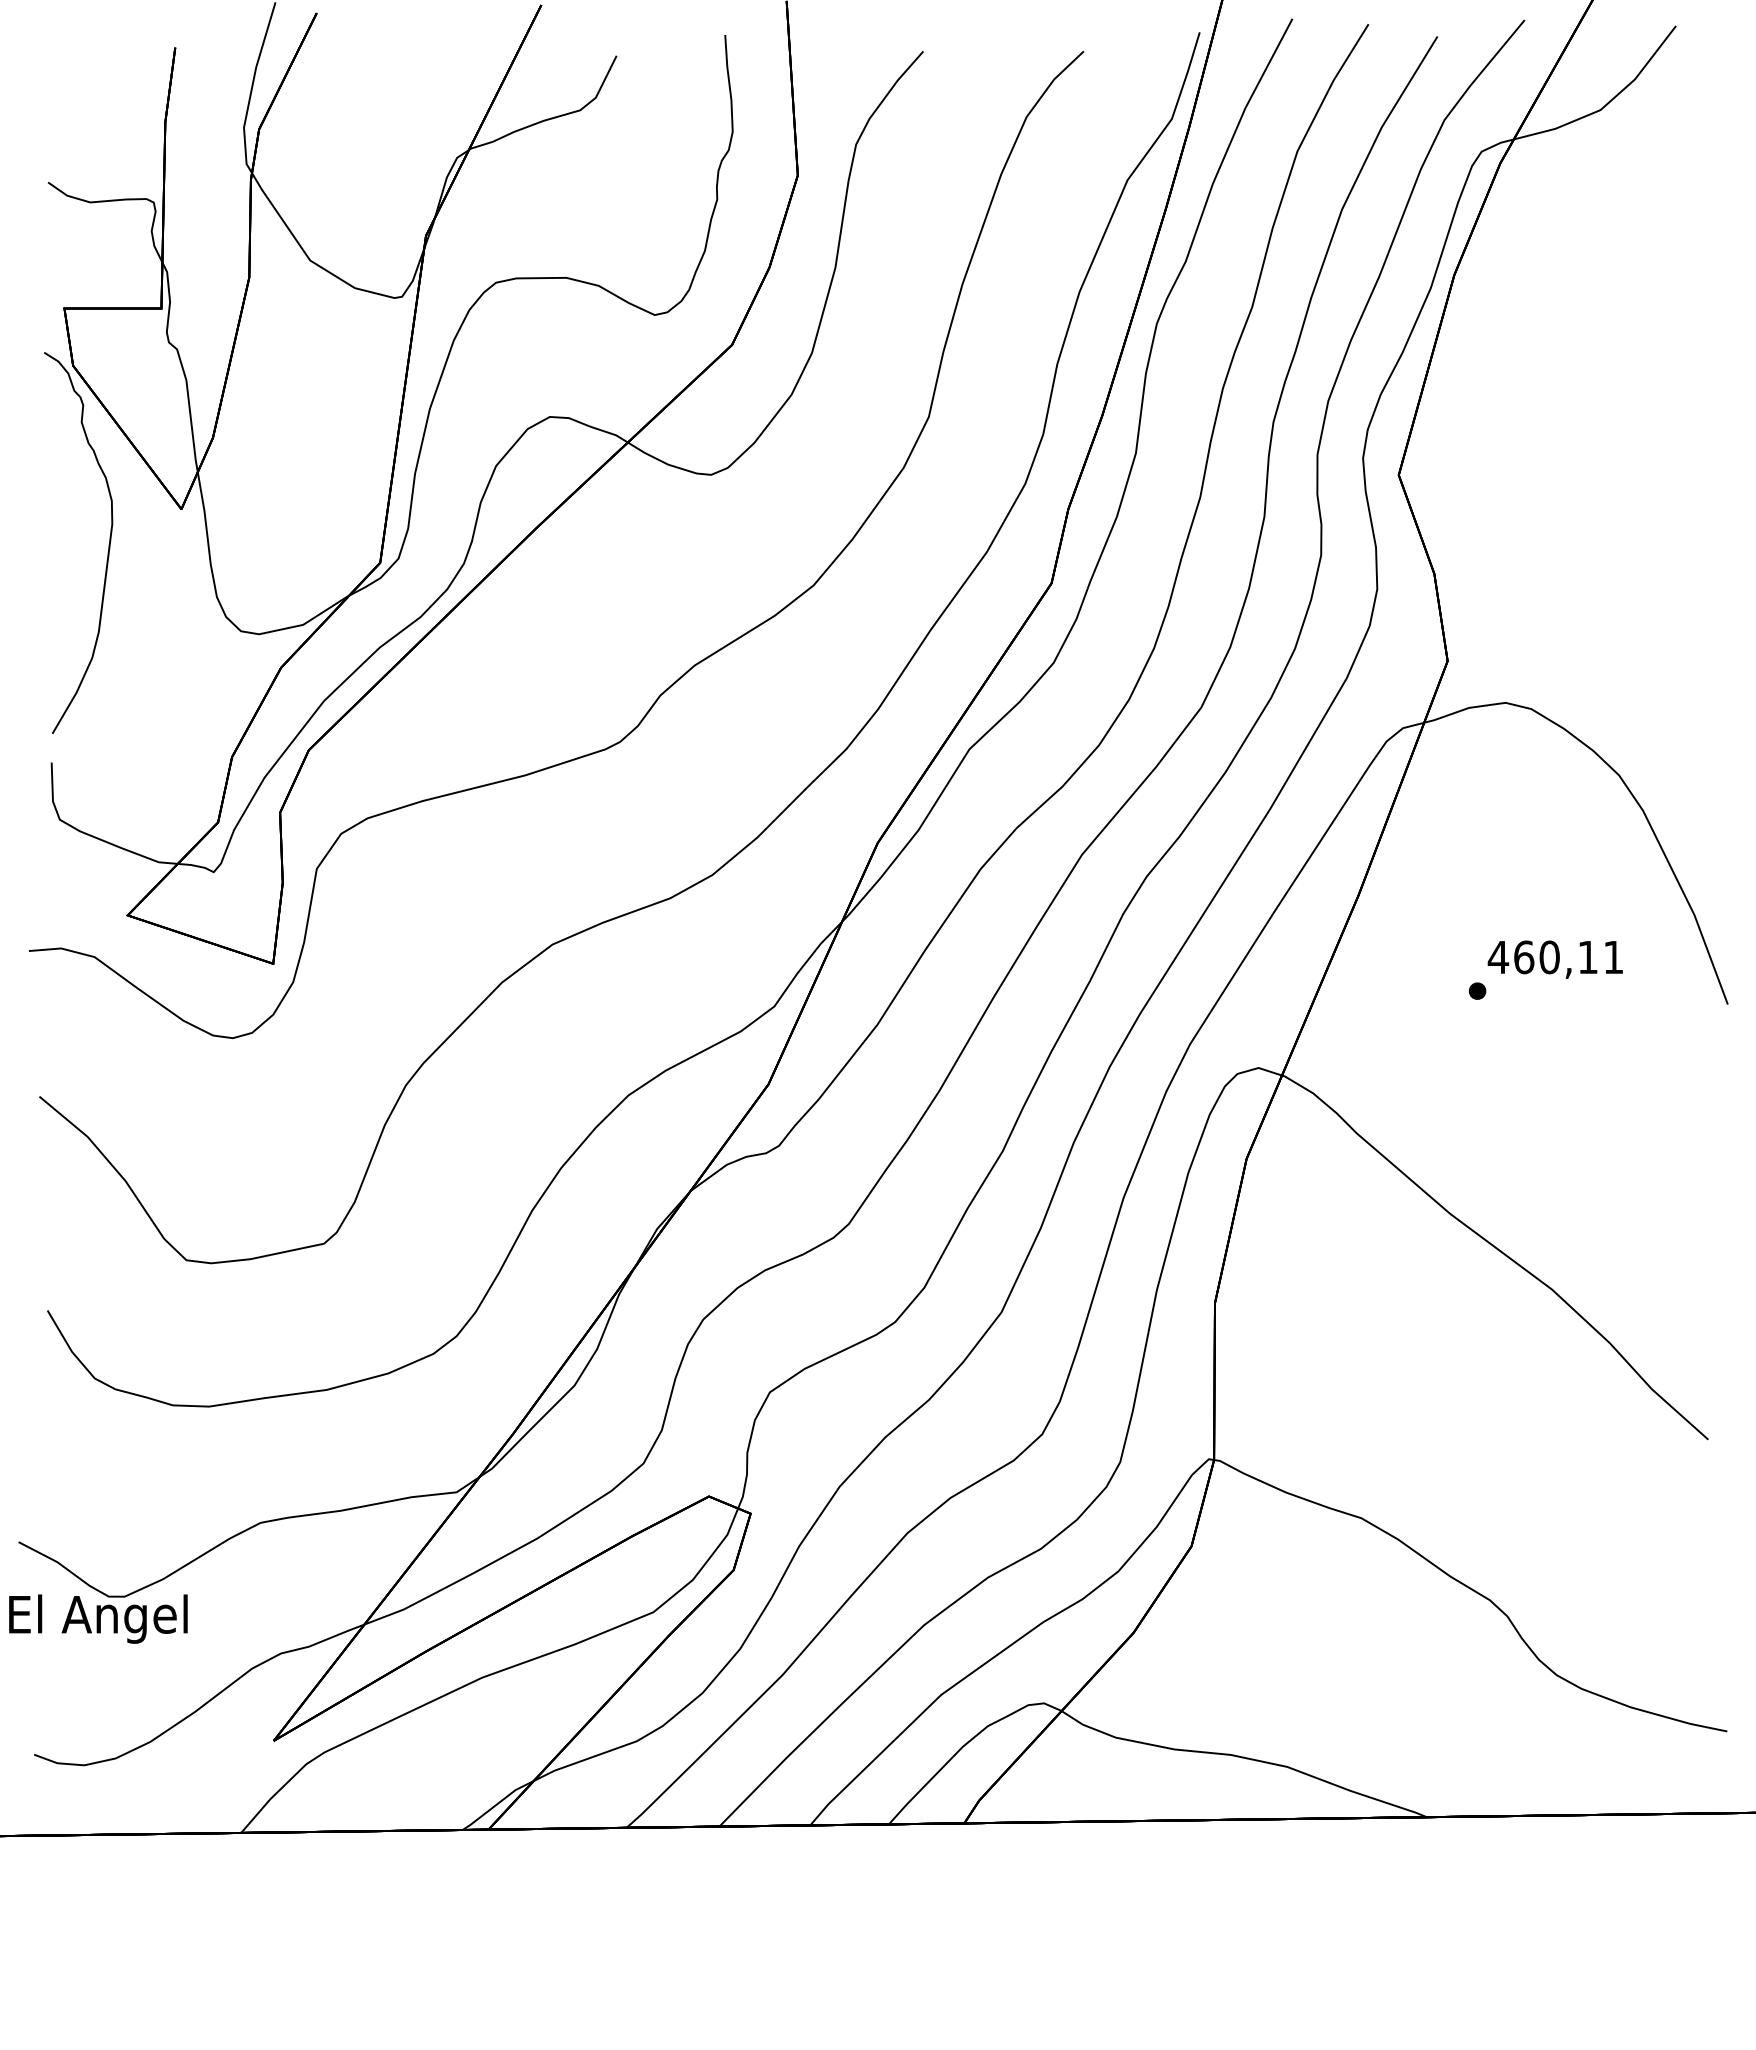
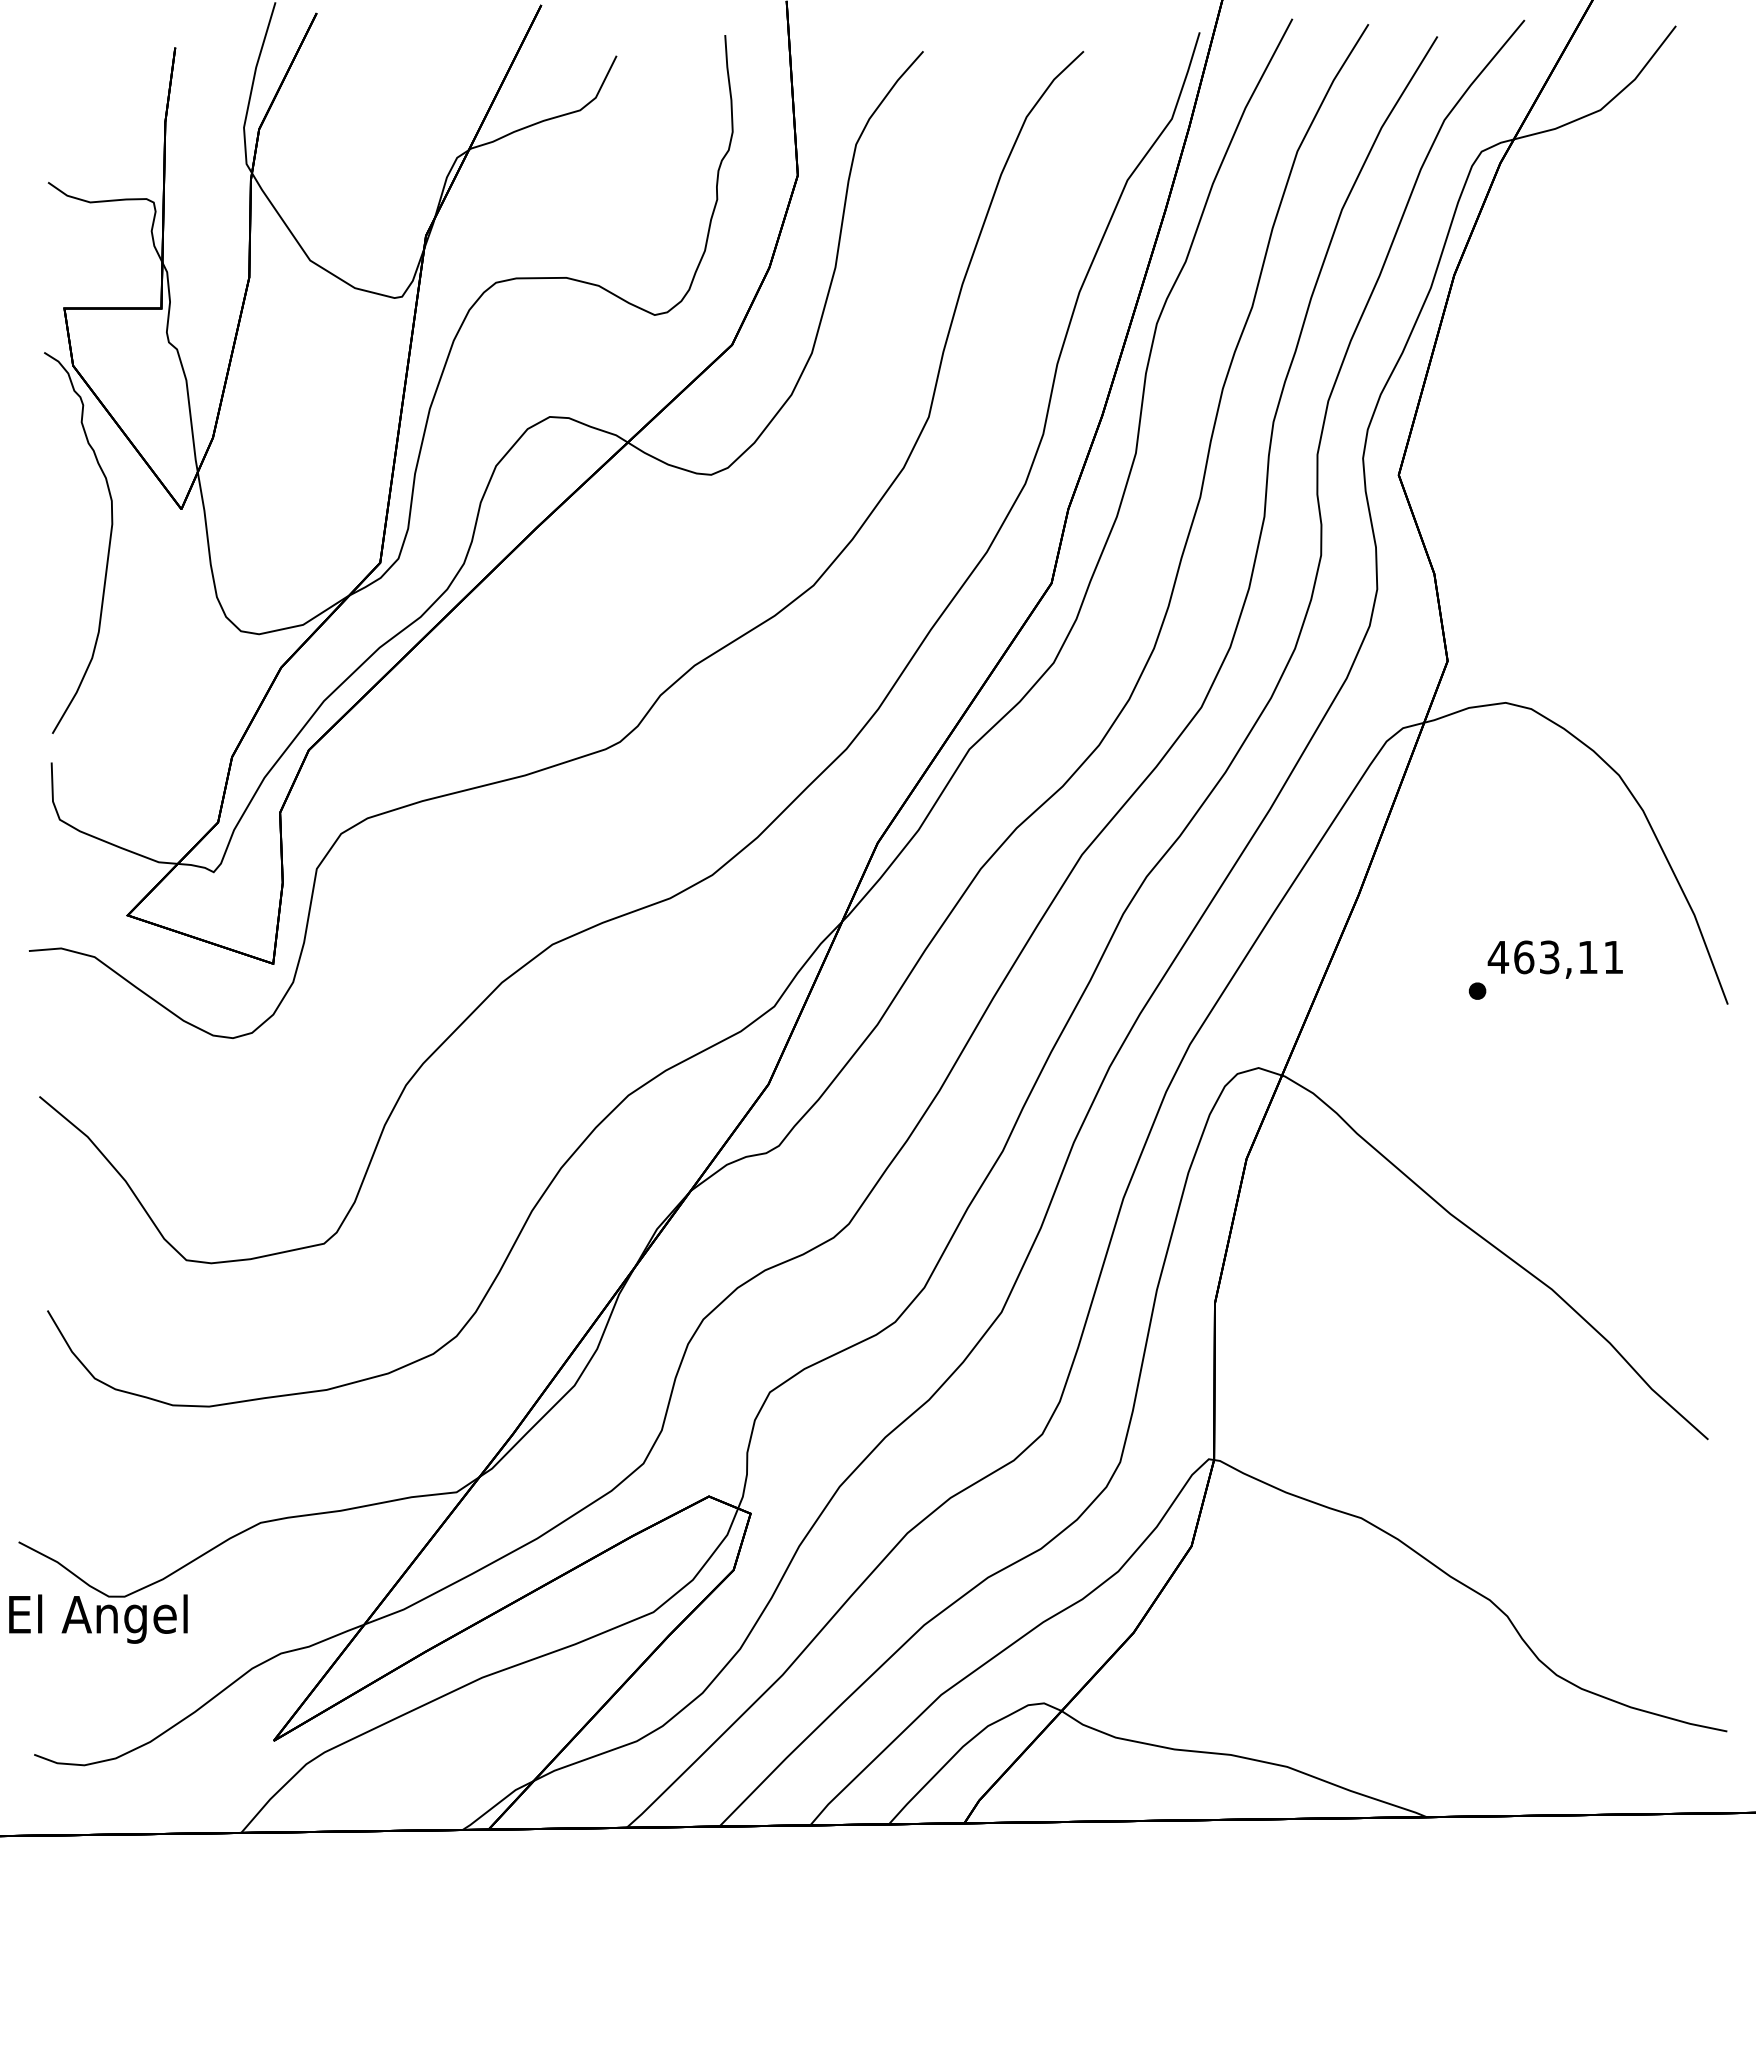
text at (1549, 957): 460,11 -> 463,11
